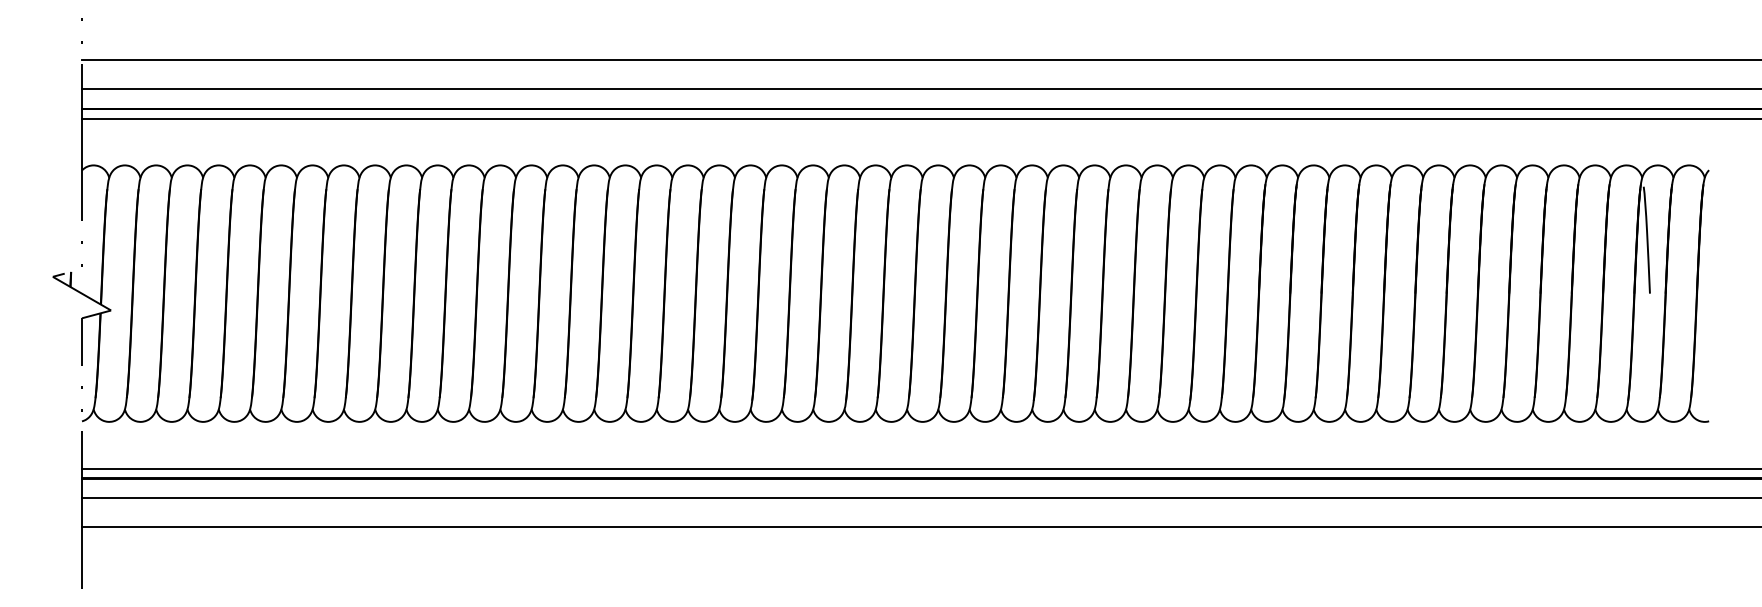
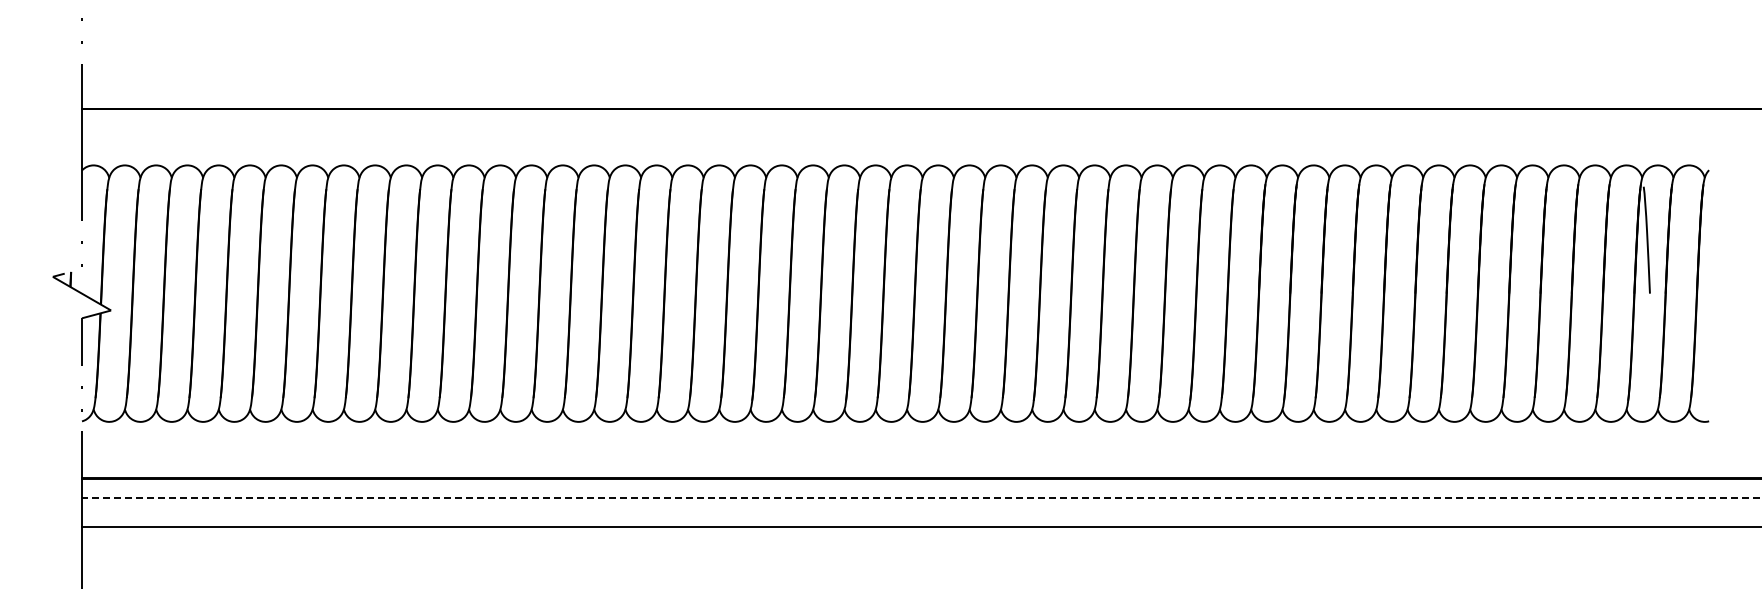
line at (920, 60): present -> none
line at (920, 89): present -> none
line at (920, 118): present -> none
line at (920, 468): present -> none
line at (921, 498): solid -> dashed
